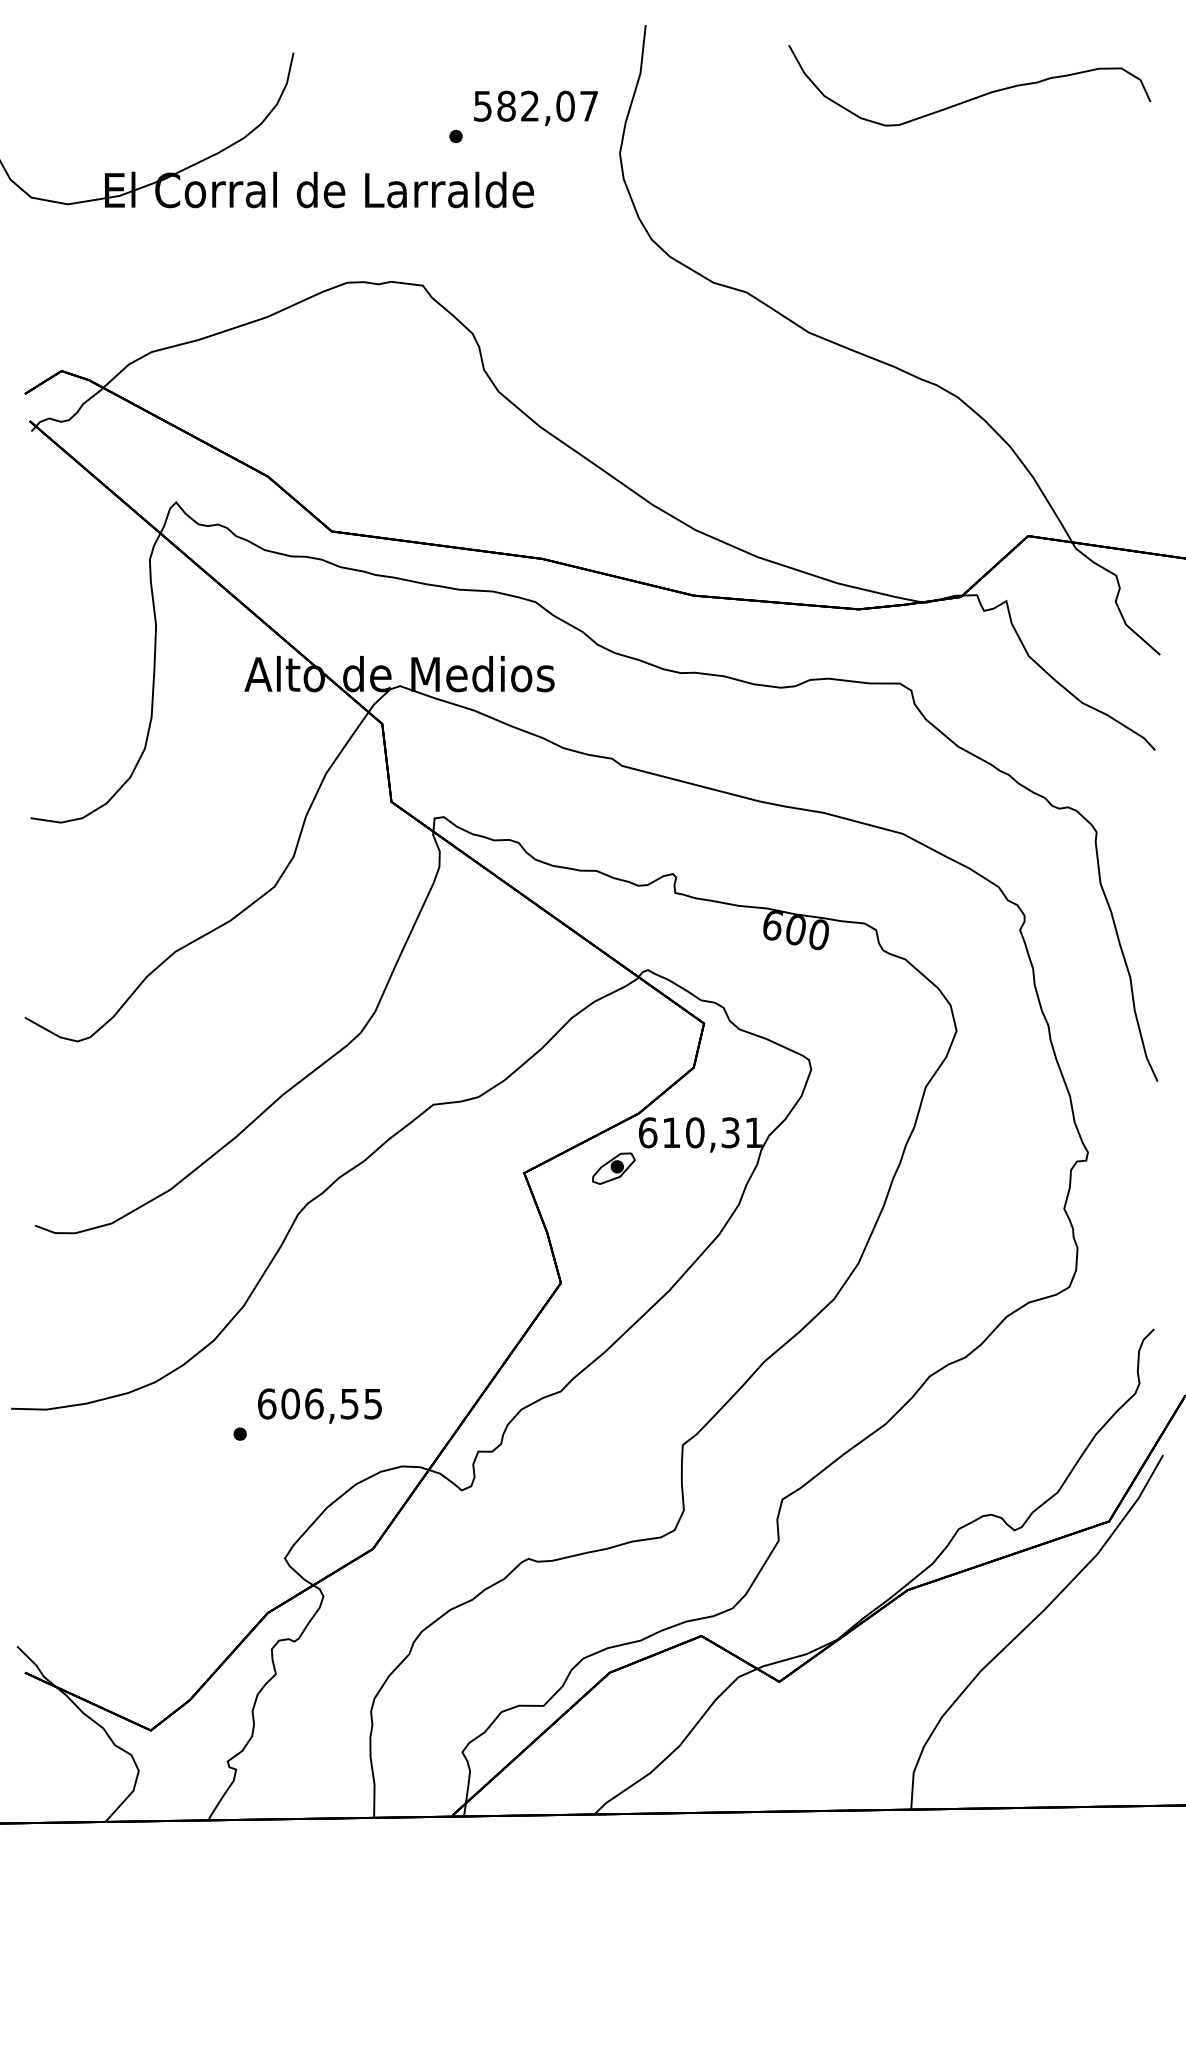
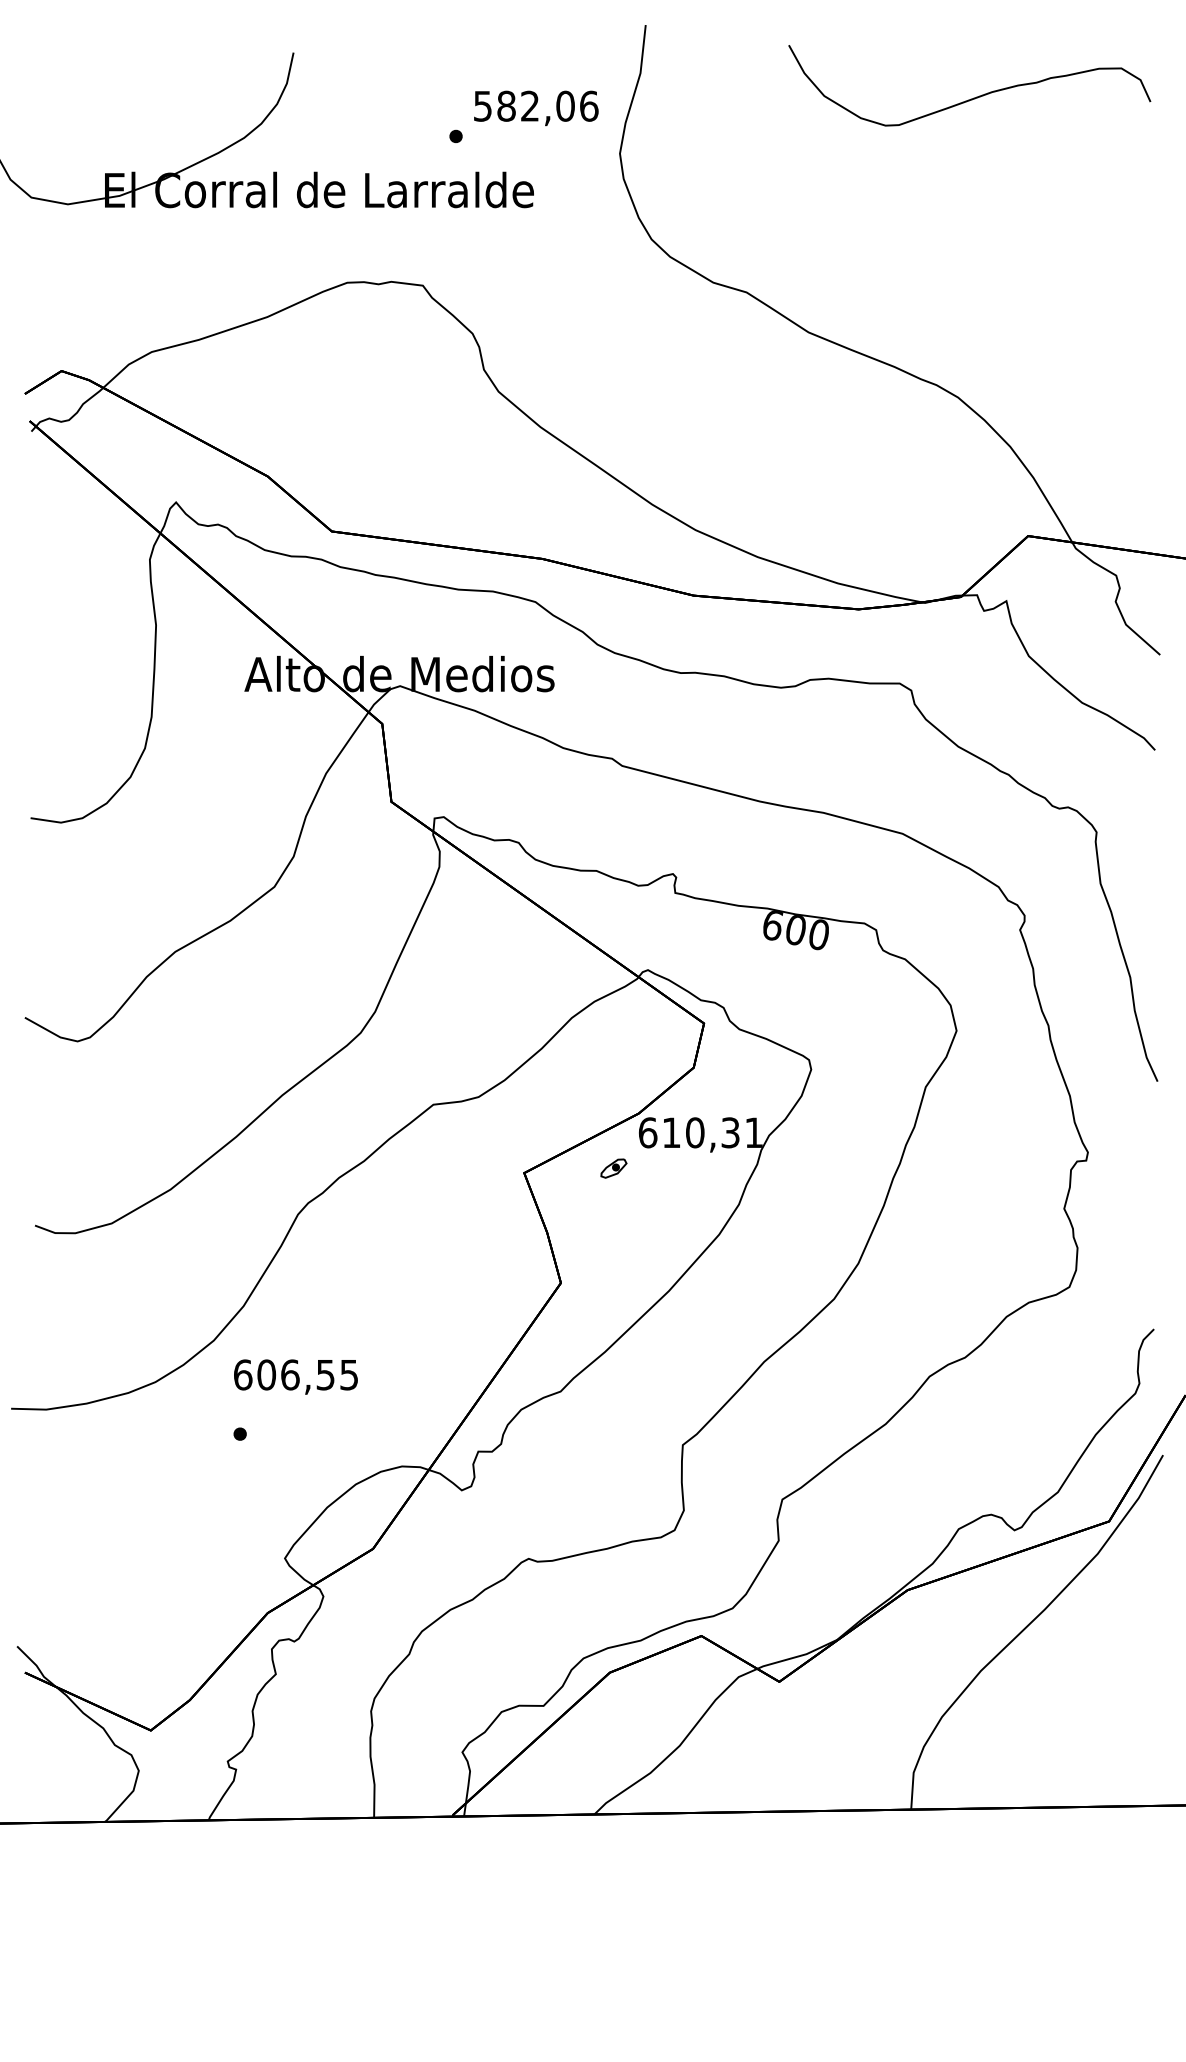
text at (589, 105): 582,07 -> 582,06
part at (613, 1168) size: 44x33 px -> 28x21 px
text at (319, 1405) position: (319, 1405) -> (295, 1376)
